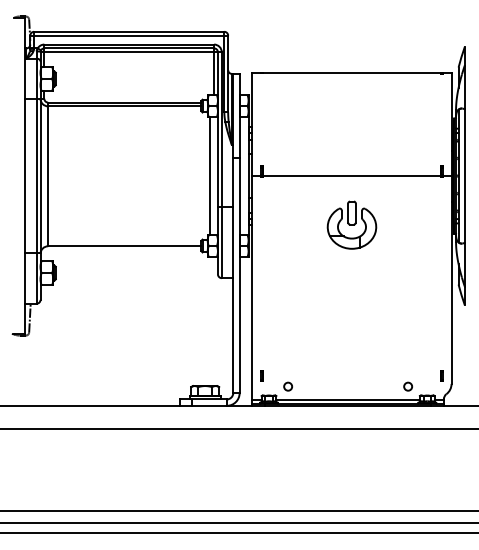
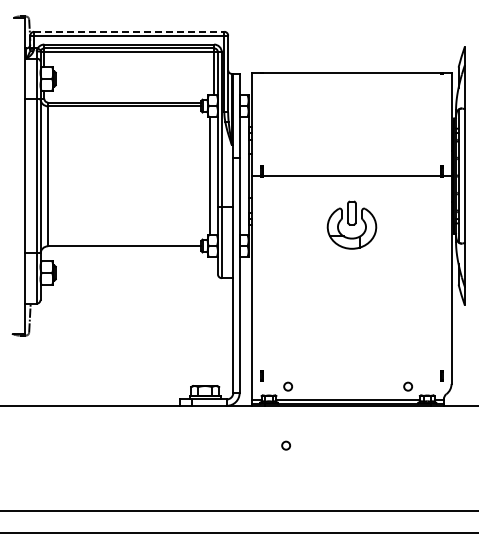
line at (129, 31): solid -> dashed
line at (238, 428): present -> none
circle at (286, 445): none -> present
line at (238, 523): present -> none
